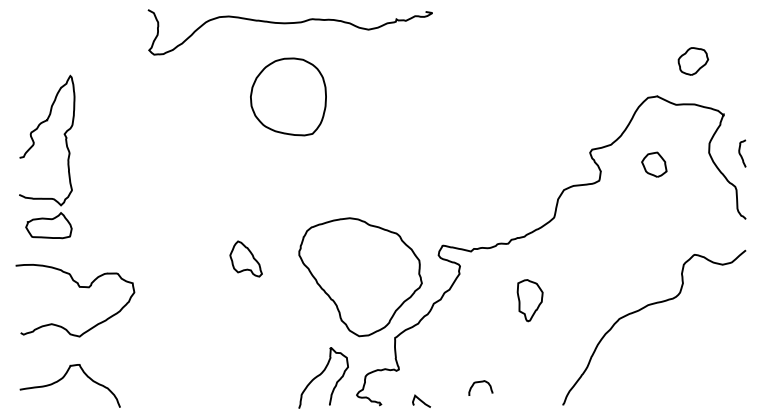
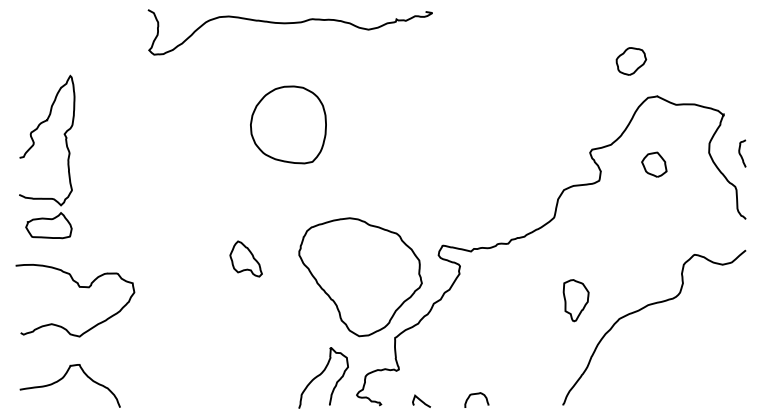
part at (693, 61) position: (693, 61) -> (631, 61)
part at (288, 96) position: (288, 96) -> (288, 124)
part at (529, 300) position: (529, 300) -> (575, 300)
curve at (480, 382) position: (480, 382) -> (476, 394)
